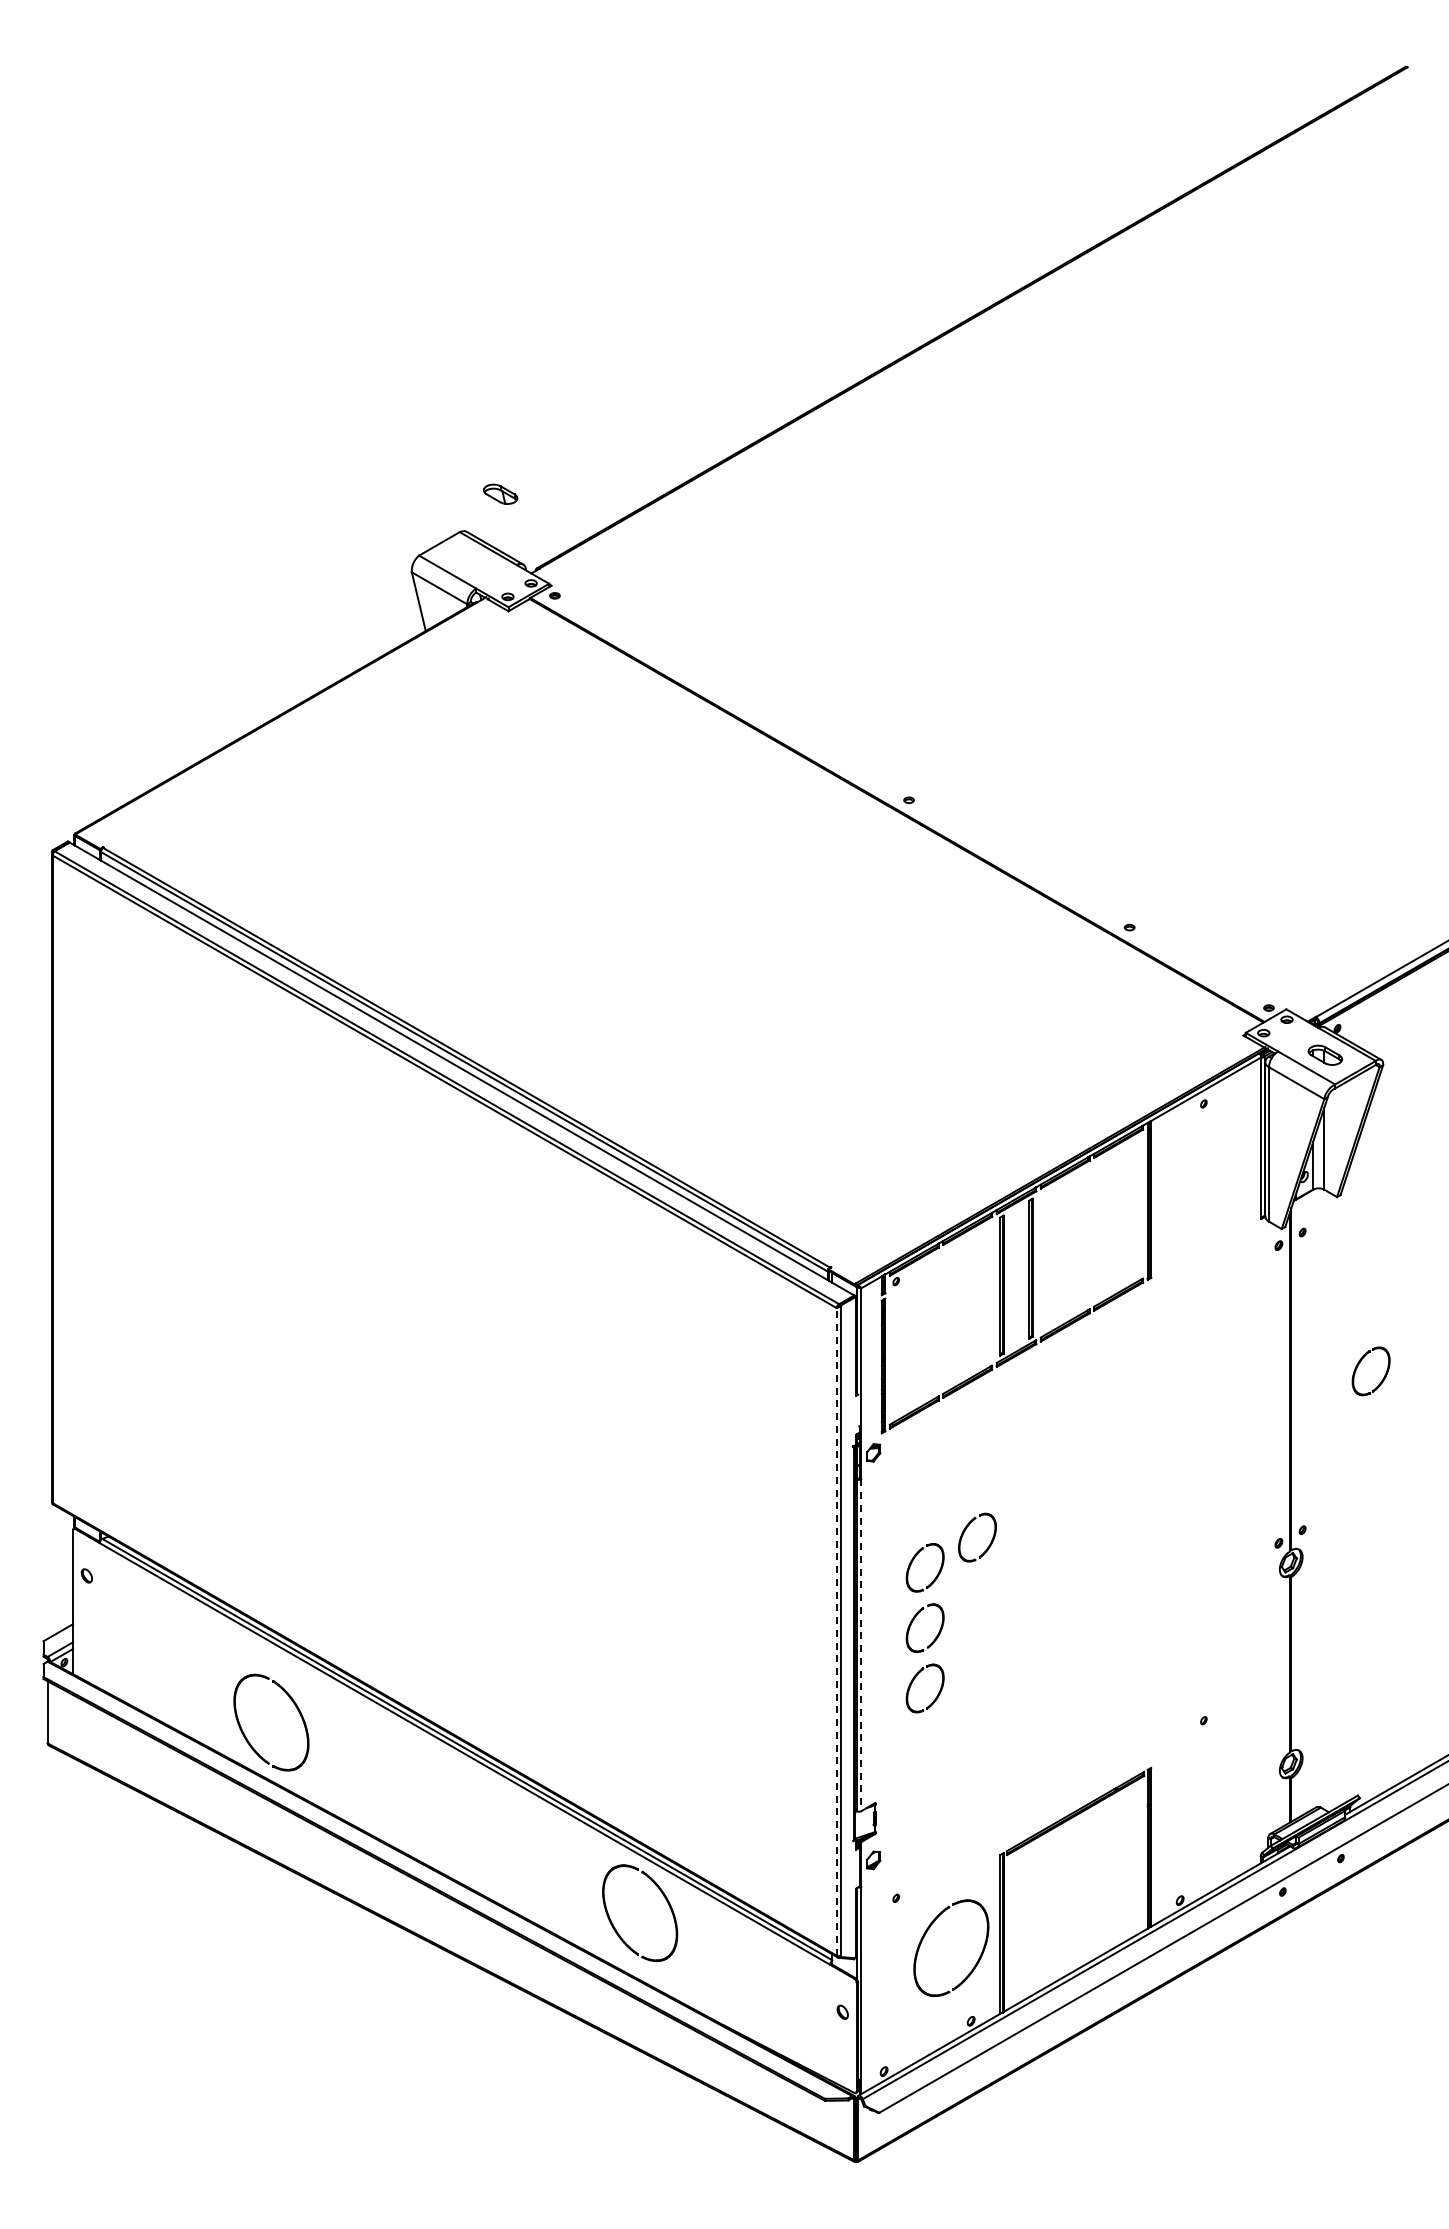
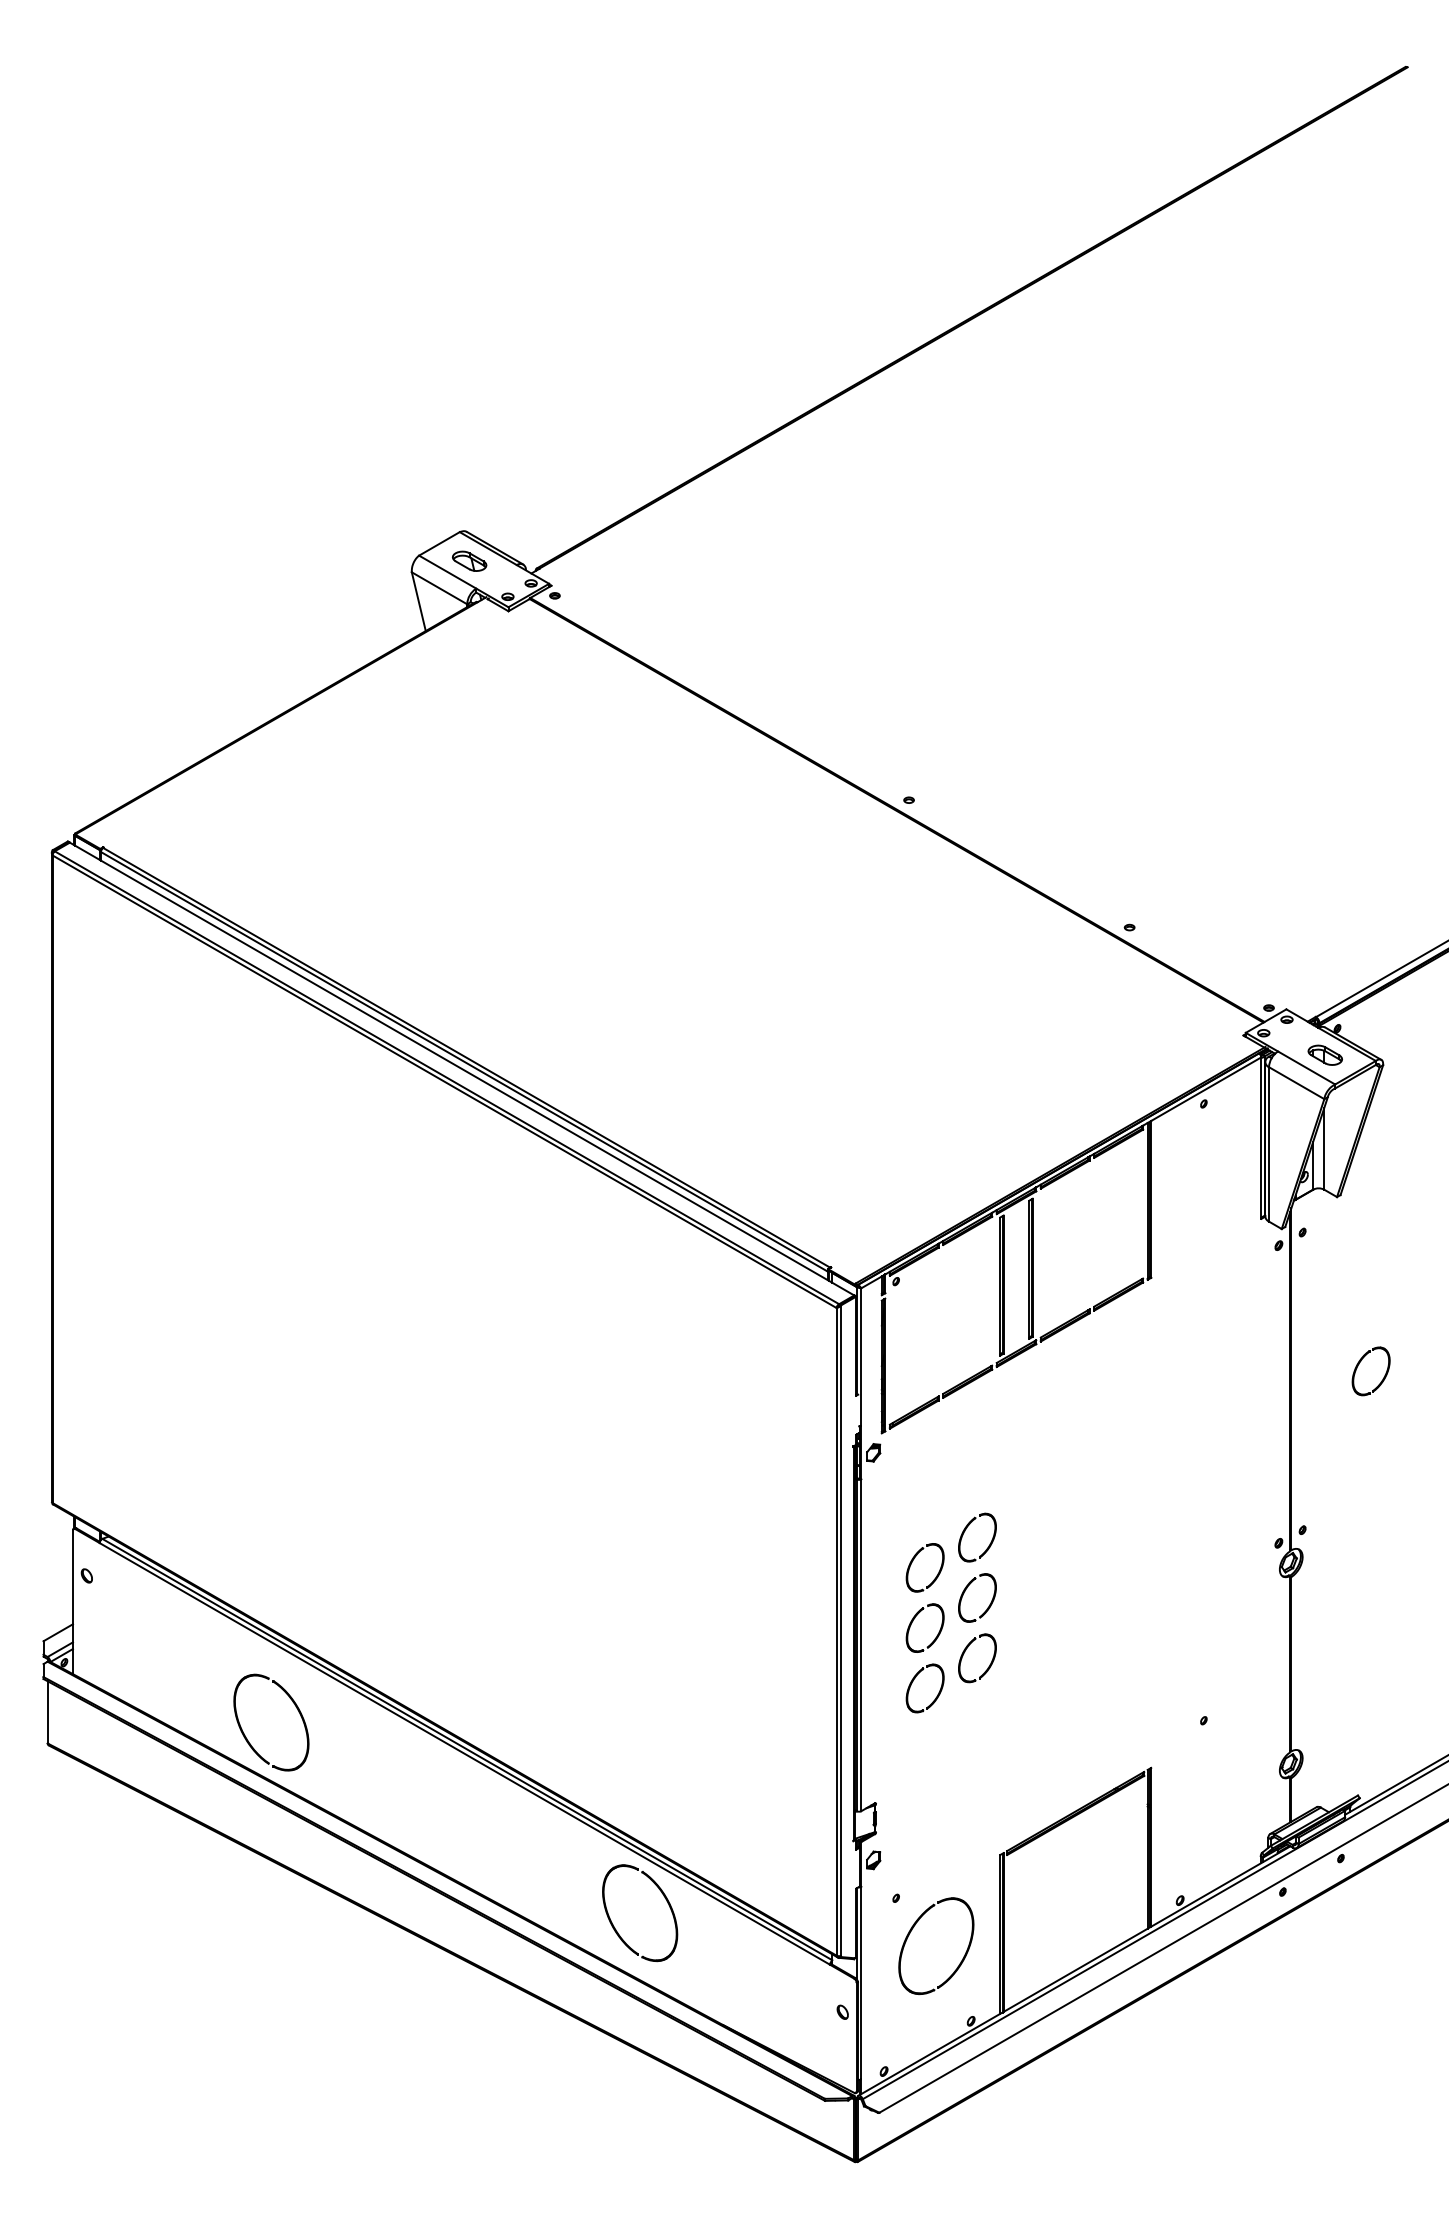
part at (500, 493) position: (500, 493) -> (469, 560)
part at (965, 1591): none -> present
line at (836, 1631): dashed -> solid
line at (861, 1645): dashed -> solid
part at (989, 1664): none -> present
part at (975, 1963) position: (975, 1963) -> (960, 1961)
